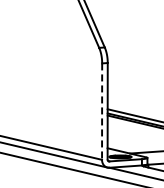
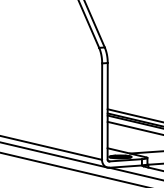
line at (102, 112): dashed -> solid
line at (133, 127): none -> present
